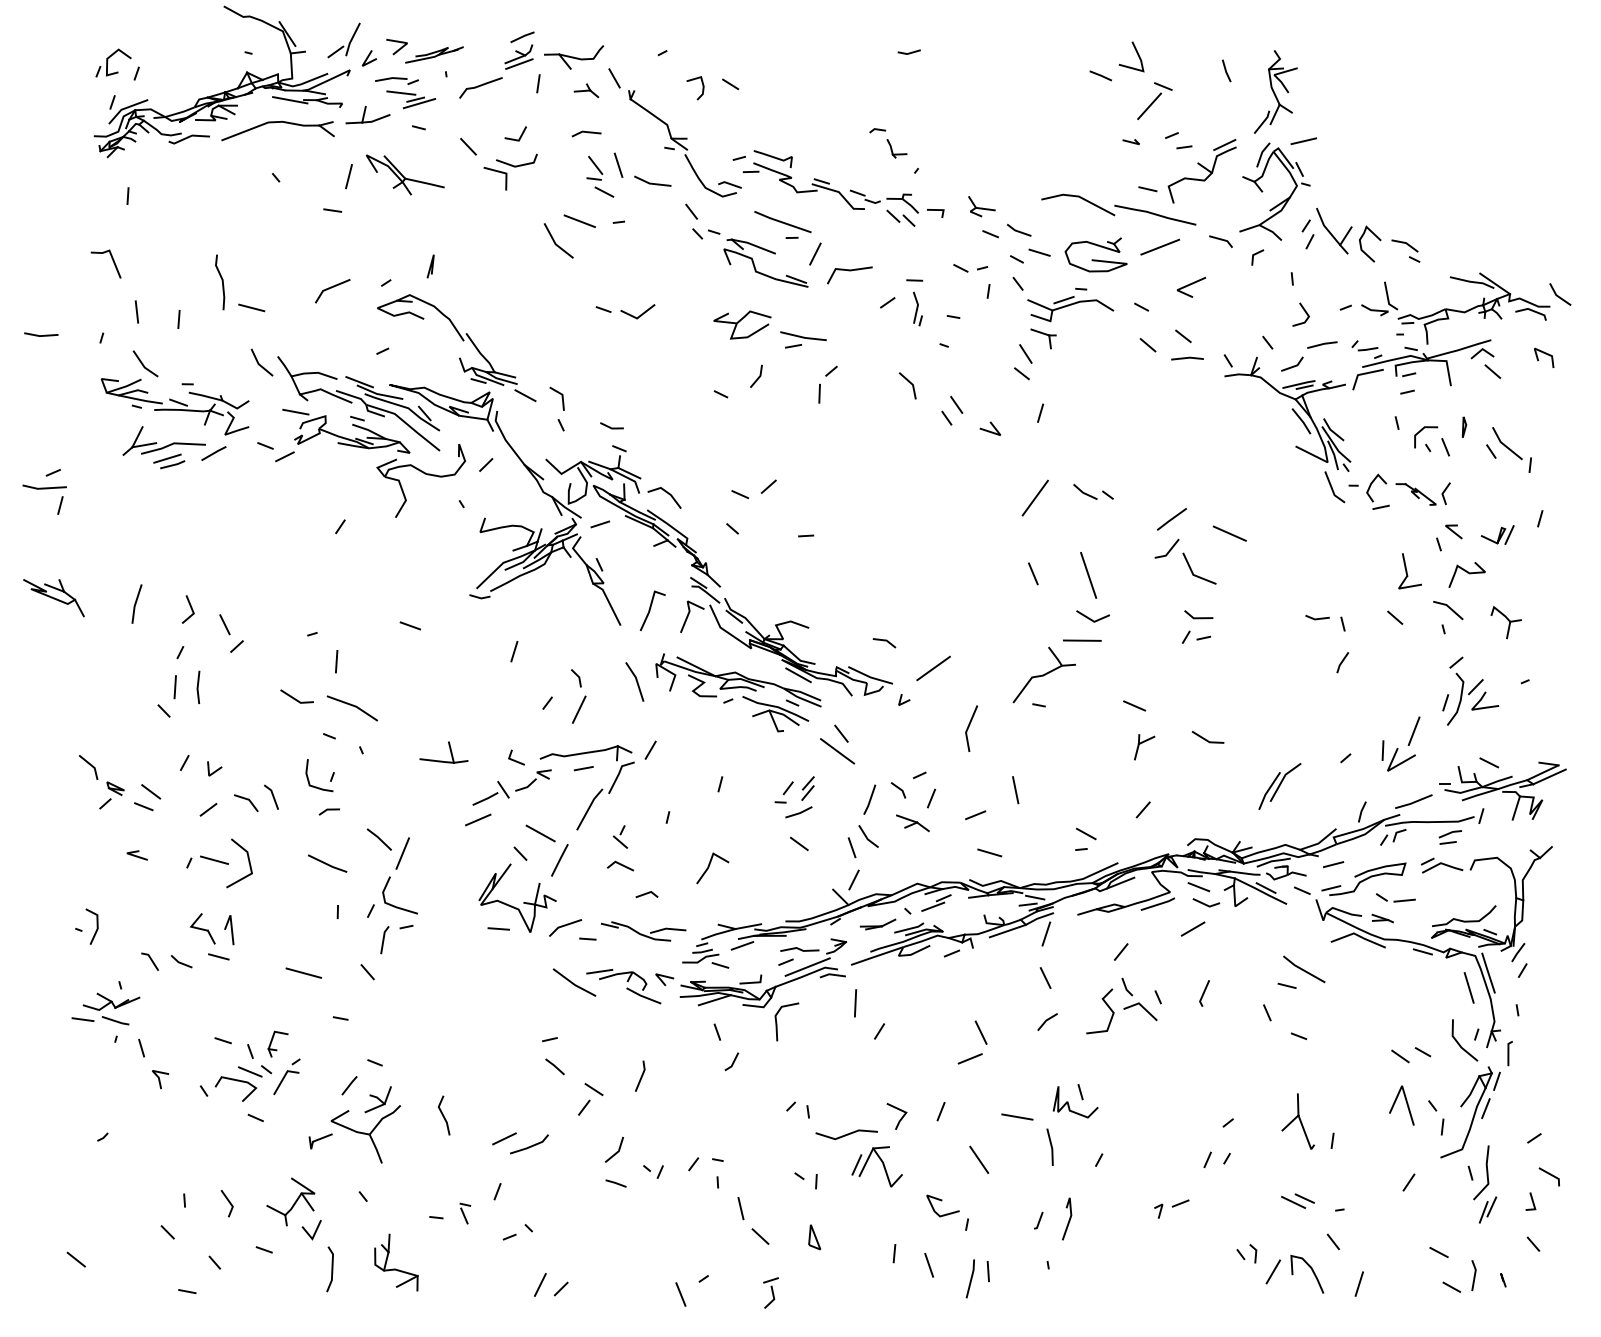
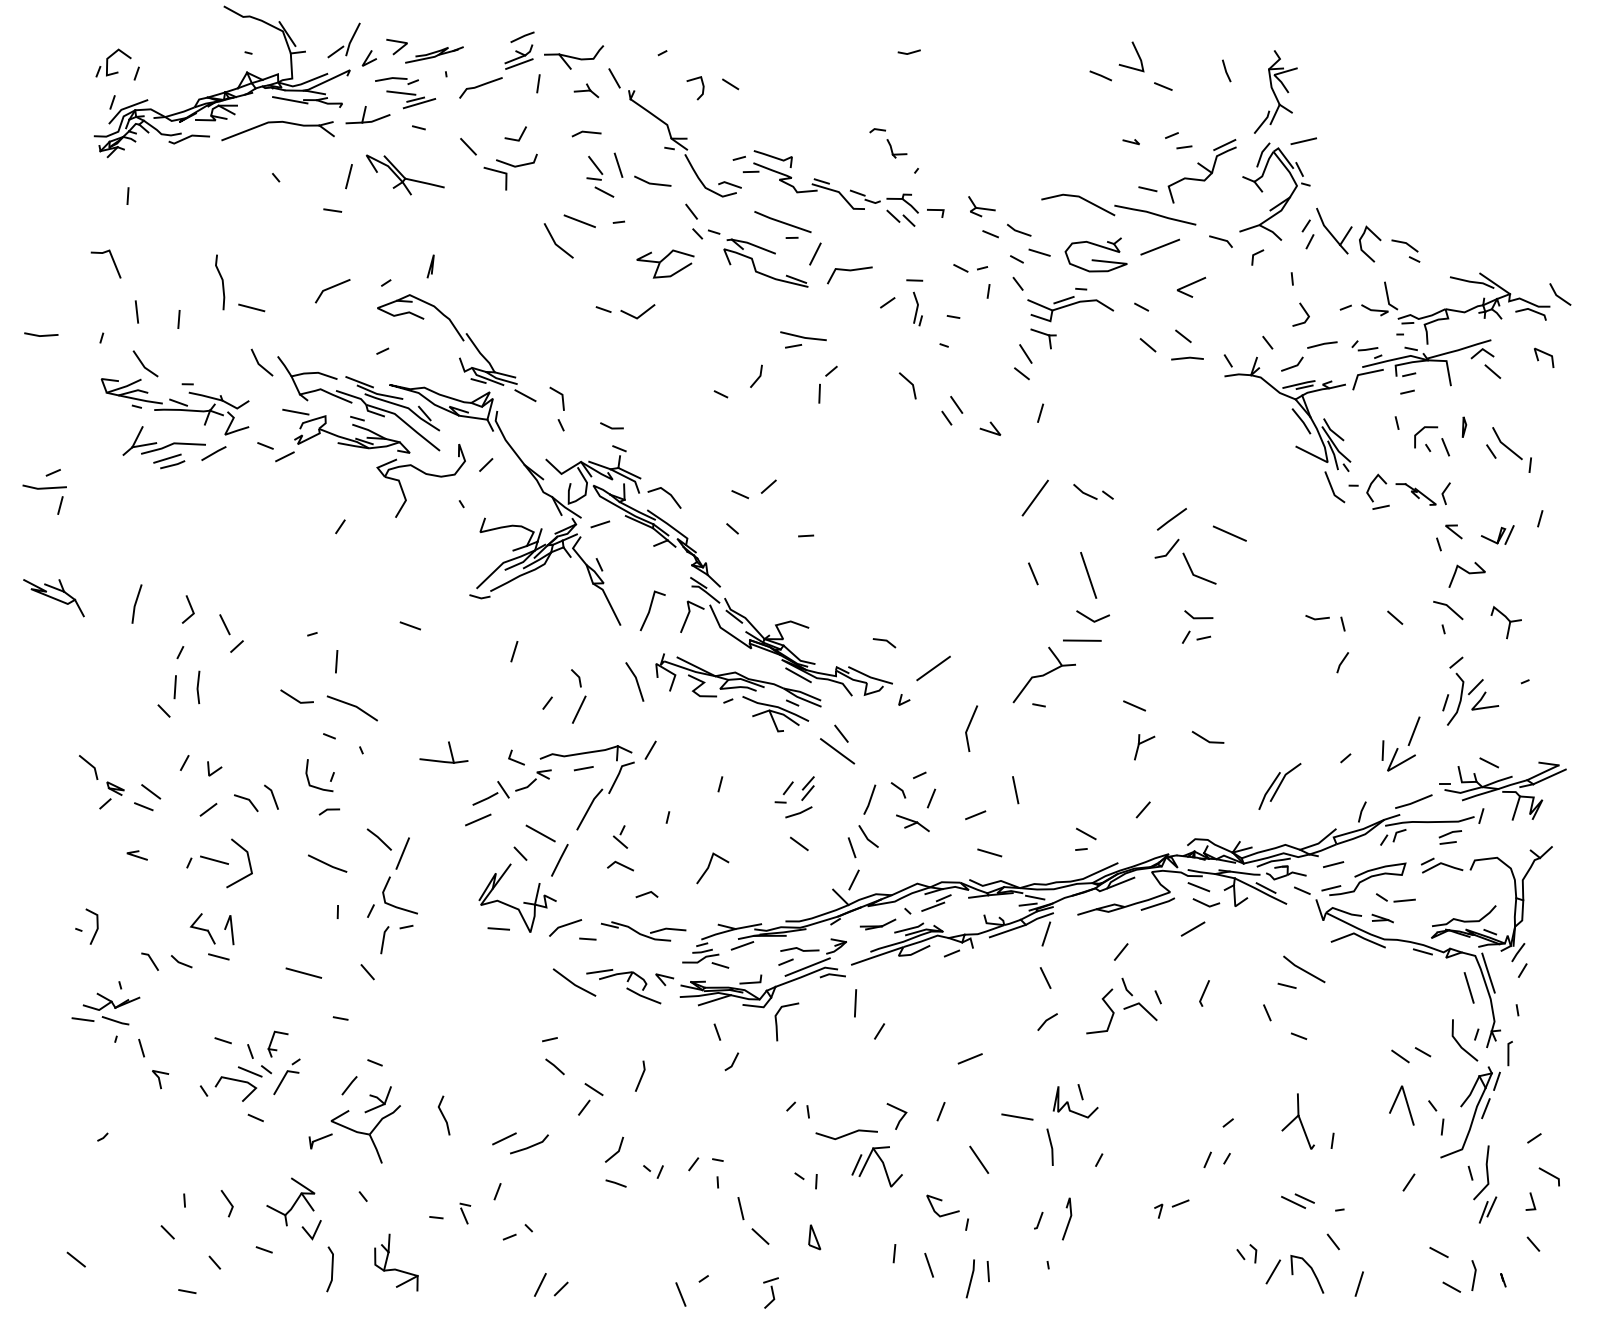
line at (1149, 106): present -> none
part at (742, 324) position: (742, 324) -> (665, 263)
part at (1409, 571): present -> none
line at (980, 1032): present -> none
